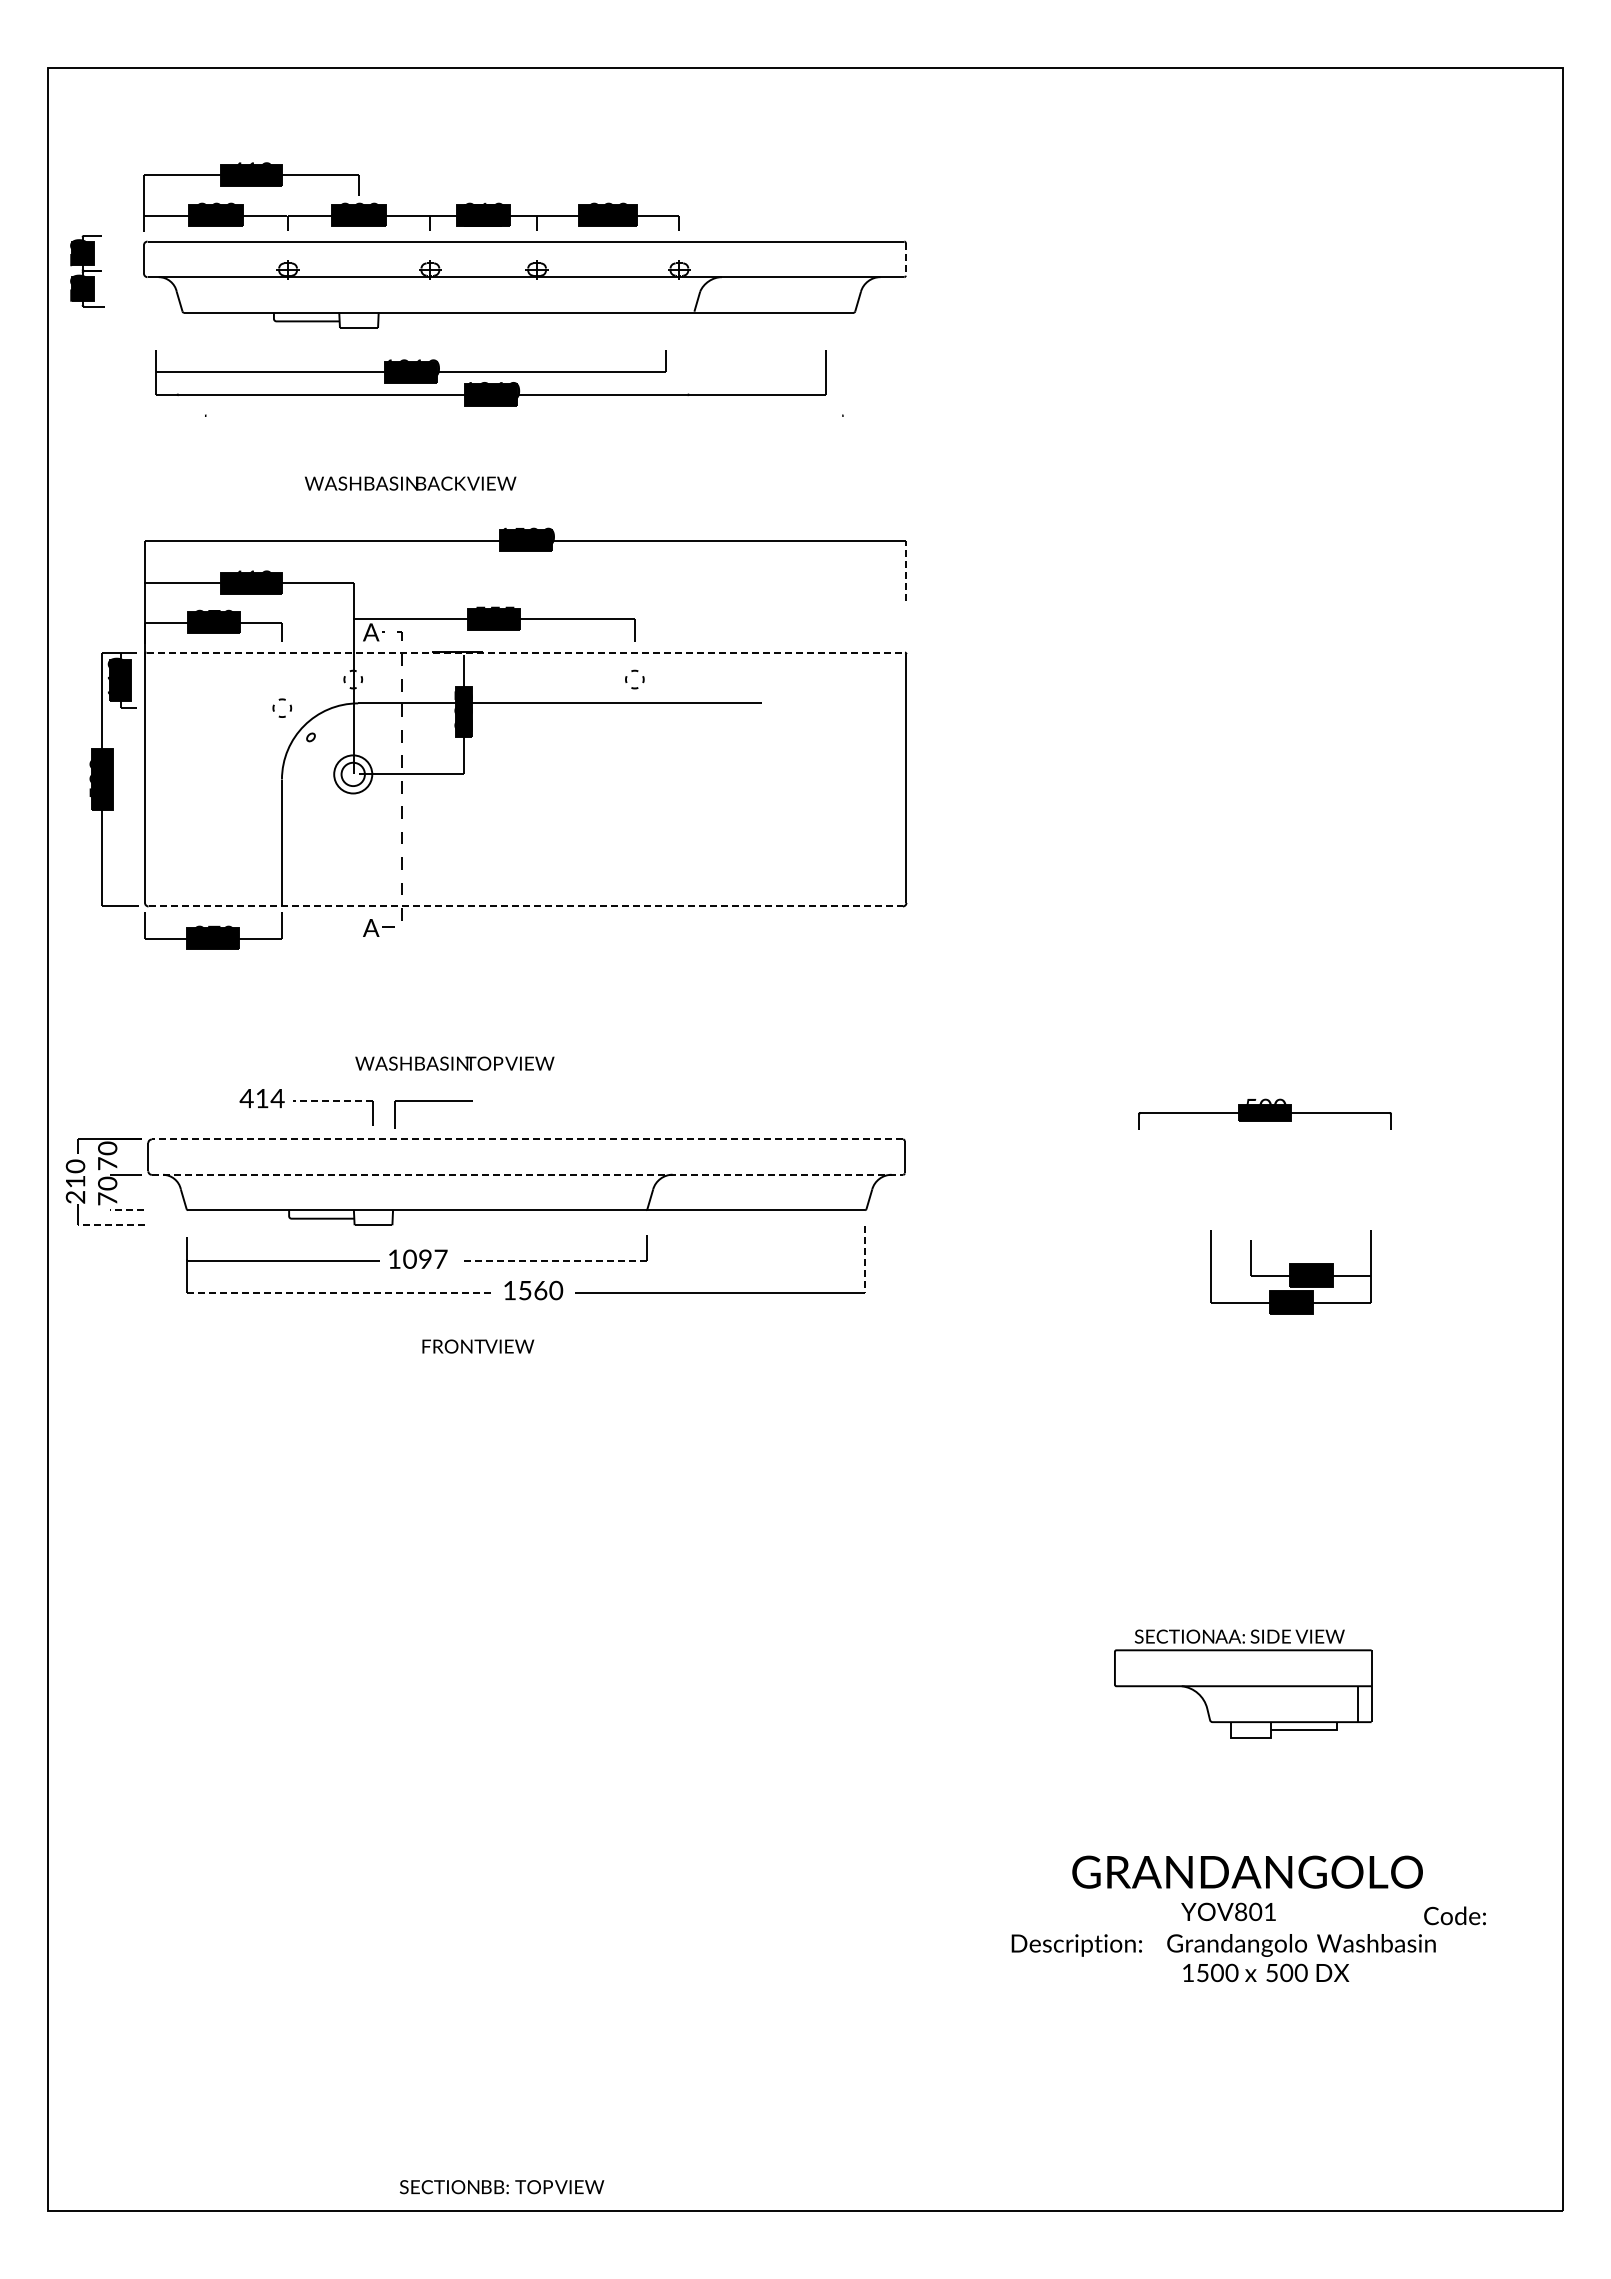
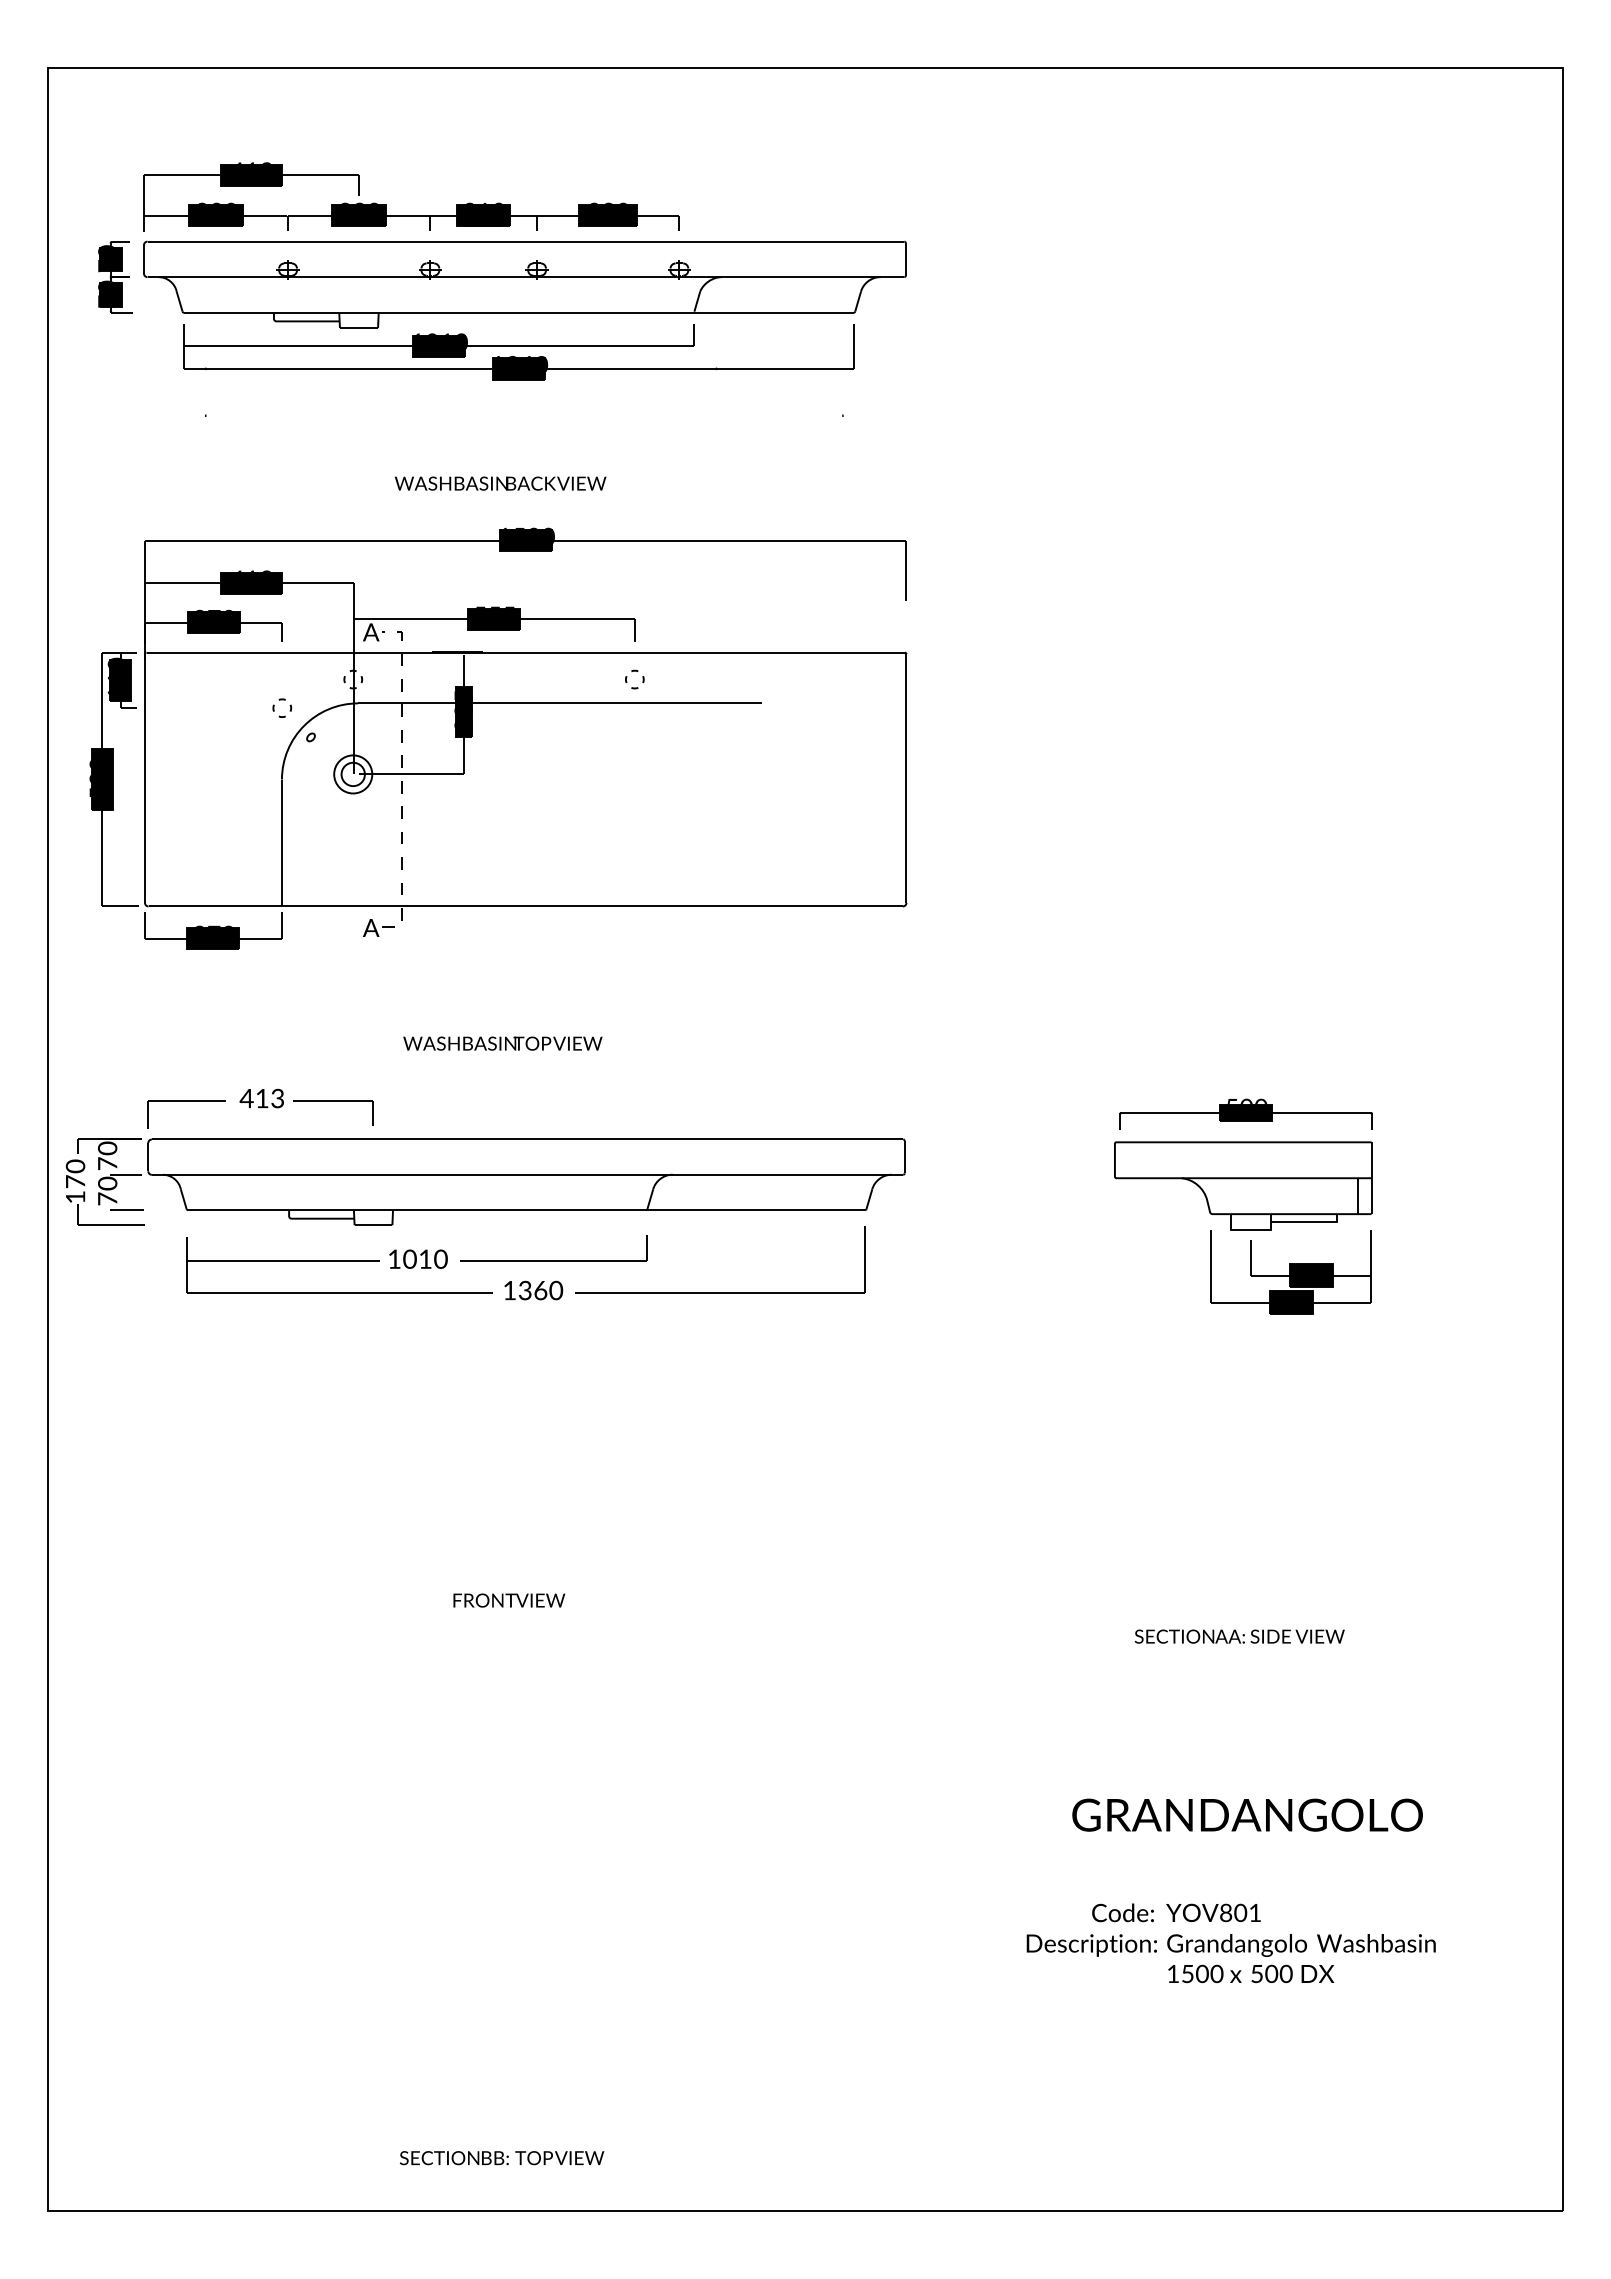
line at (905, 259): dashed -> solid
part at (87, 271) position: (87, 271) -> (115, 277)
part at (490, 378) position: (490, 378) -> (518, 352)
text at (410, 483) position: (410, 483) -> (500, 483)
line at (906, 570): dashed -> solid
line at (526, 652): dashed -> solid
line at (526, 906): dashed -> solid
text at (454, 1063) position: (454, 1063) -> (502, 1043)
text at (277, 1098): 414 -> 413
line at (333, 1100): dashed -> solid
part at (433, 1101) position: (433, 1101) -> (186, 1101)
part at (1264, 1113) position: (1264, 1113) -> (1245, 1113)
line at (527, 1139): dashed -> solid
line at (527, 1174): dashed -> solid
text at (75, 1189): 210 -> 170
line at (126, 1210): dashed -> solid
line at (111, 1225): dashed -> solid
text at (433, 1258): 1097 -> 1010
line at (865, 1259): dashed -> solid
line at (553, 1261): dashed -> solid
text at (524, 1290): 1560 -> 1360
line at (340, 1292): dashed -> solid
text at (478, 1346) position: (478, 1346) -> (509, 1600)
part at (1243, 1693) position: (1243, 1693) -> (1243, 1185)
text at (1247, 1871) position: (1247, 1871) -> (1247, 1814)
text at (1228, 1911) position: (1228, 1911) -> (1213, 1912)
text at (1454, 1915) position: (1454, 1915) -> (1122, 1912)
text at (1076, 1945) position: (1076, 1945) -> (1091, 1945)
text at (1266, 1972) position: (1266, 1972) -> (1251, 1973)
text at (502, 2187) position: (502, 2187) -> (502, 2158)
